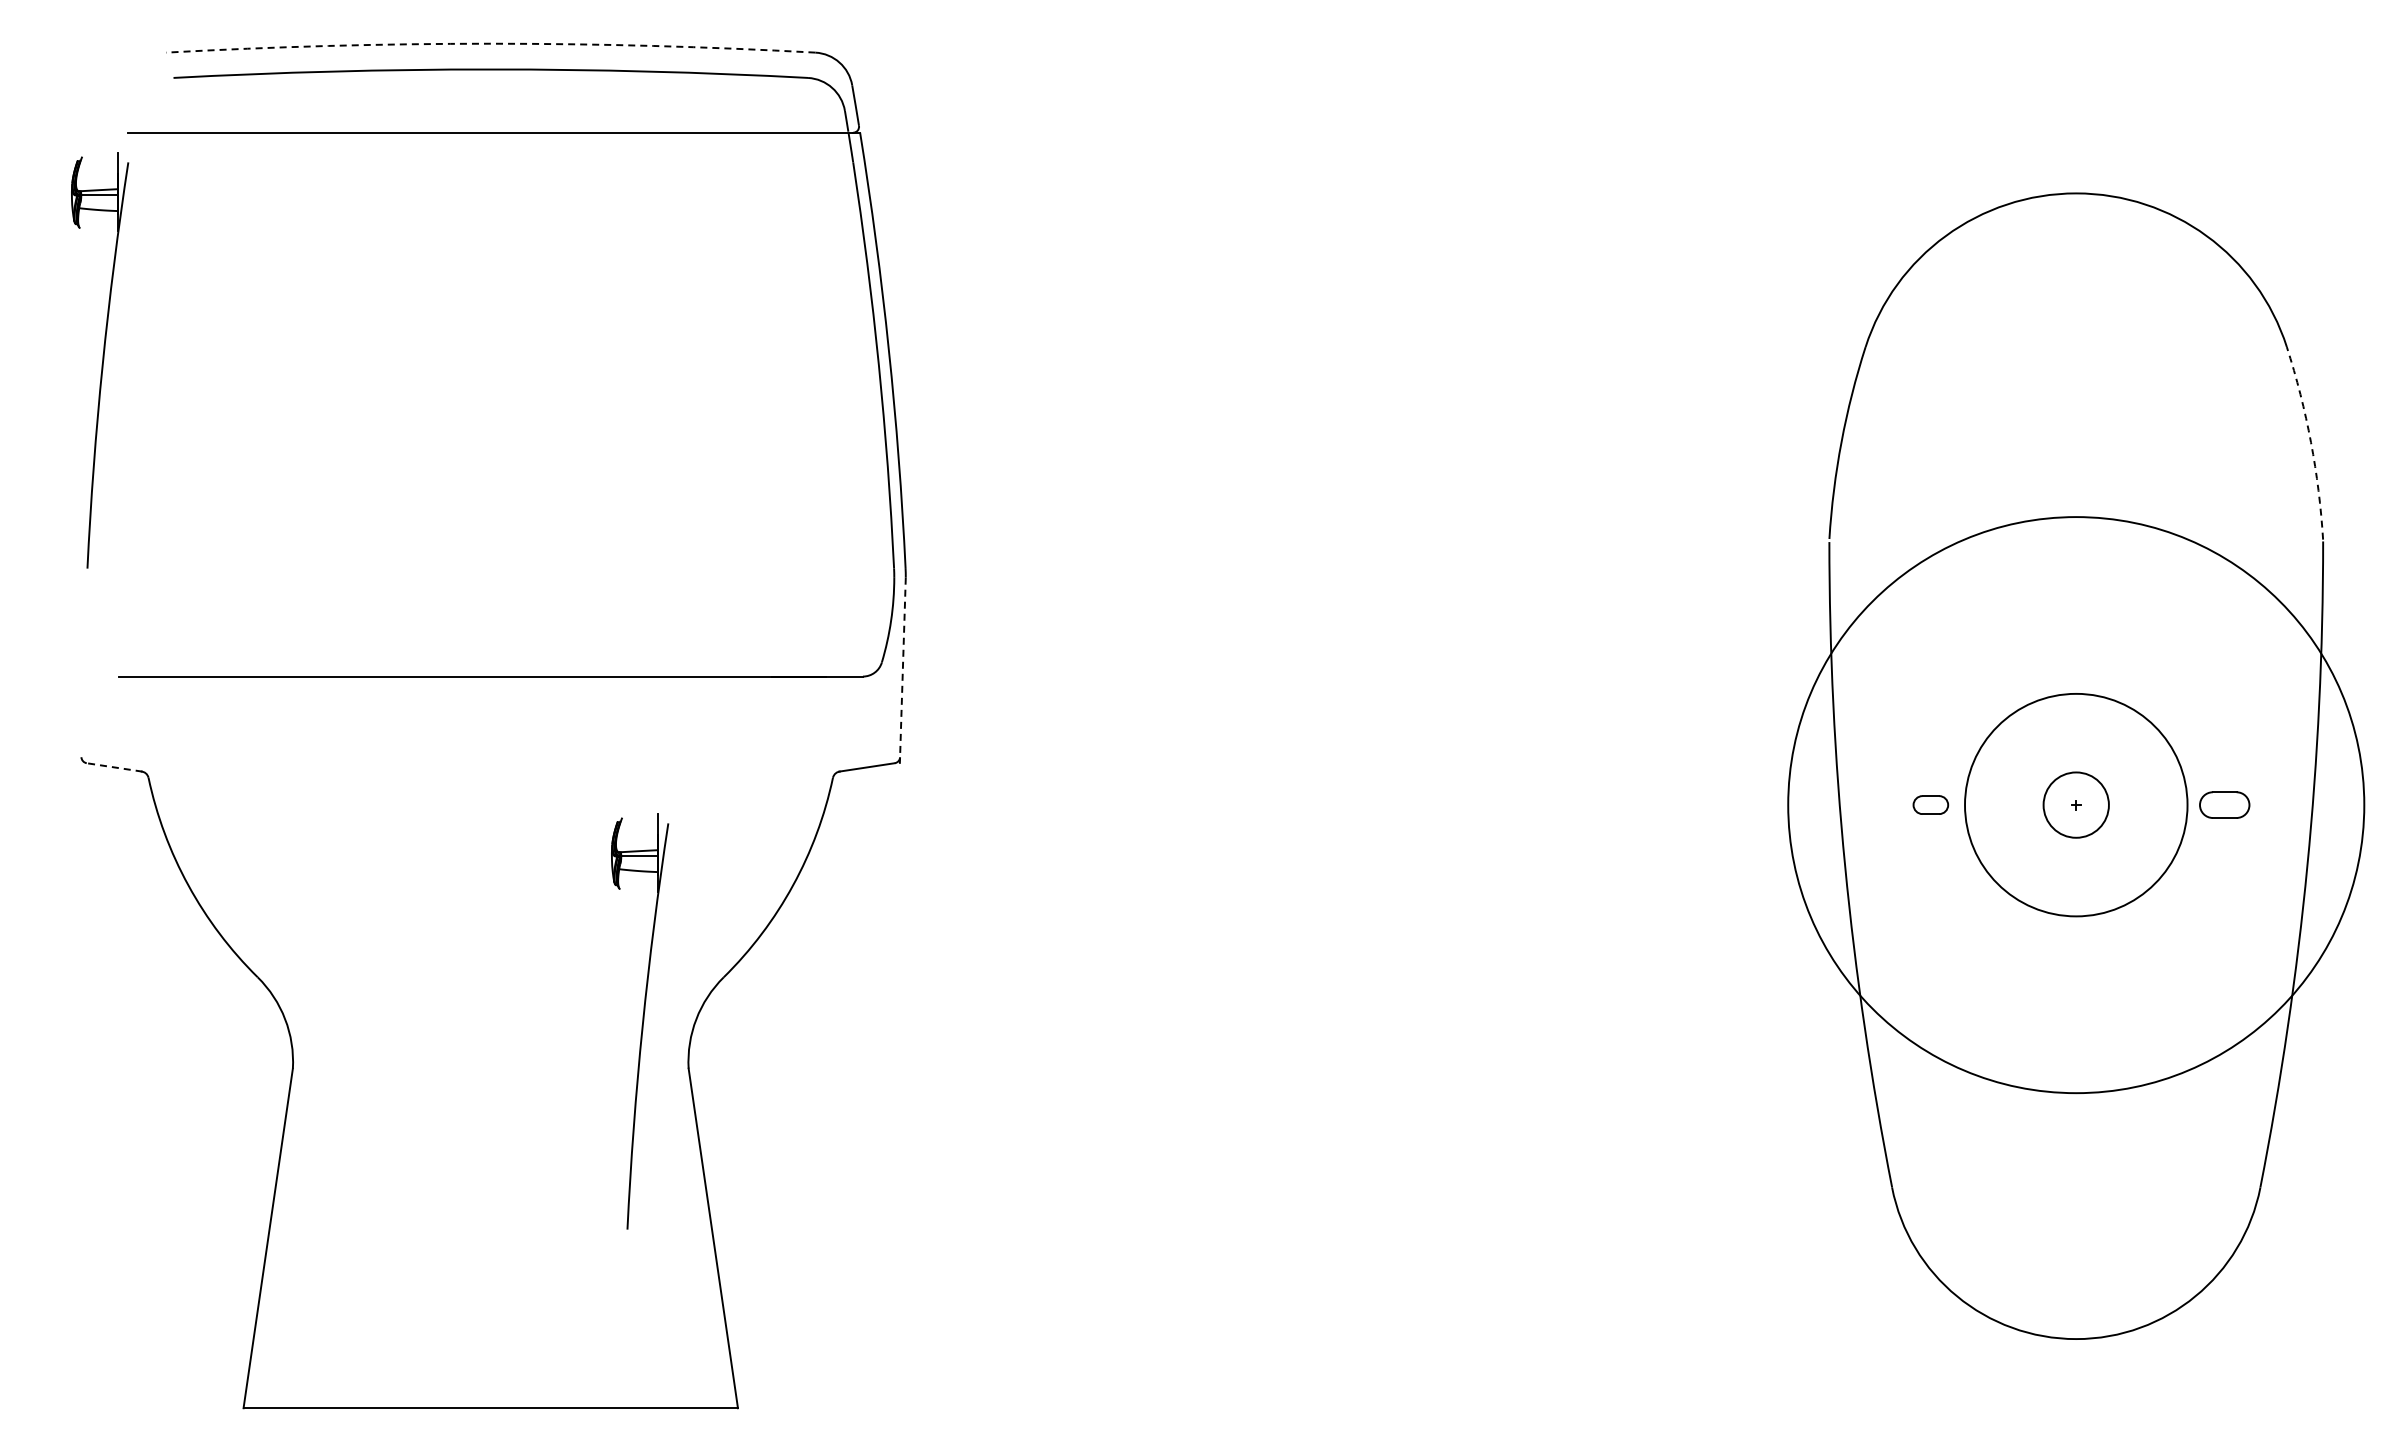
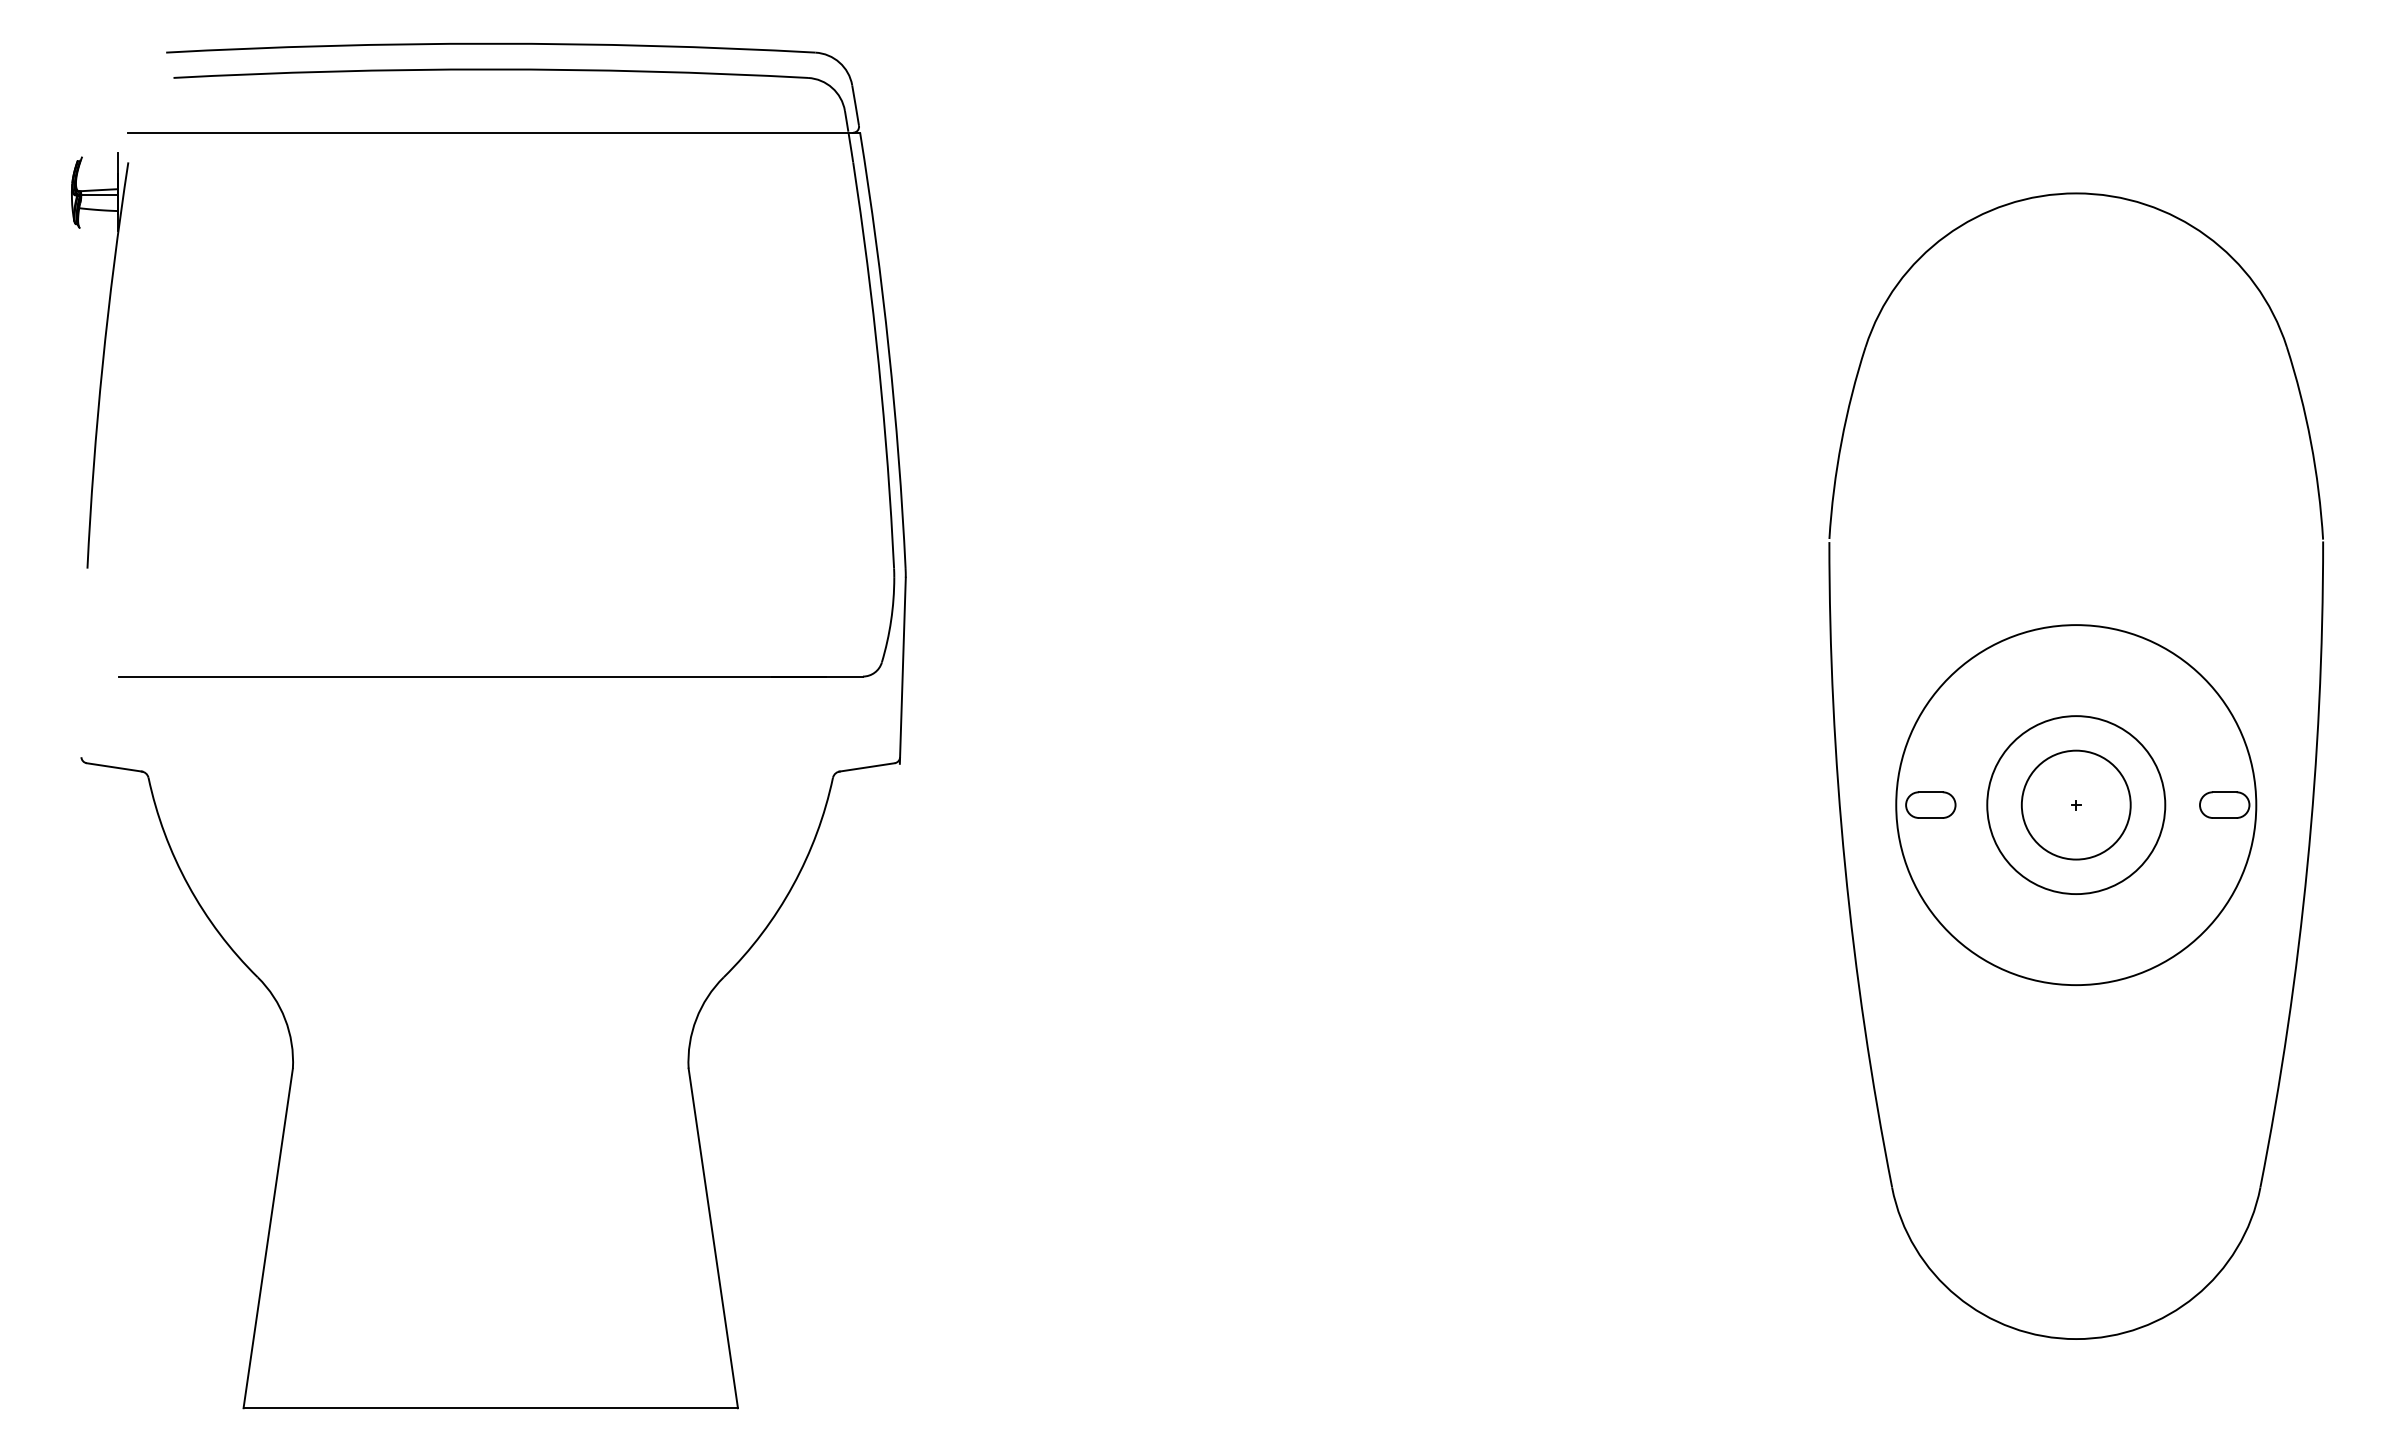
arc at (490, 43): dashed -> solid
arc at (2310, 442): dashed -> solid
line at (902, 671): dashed -> solid
line at (114, 767): dashed -> solid
part at (1930, 804) size: 38x20 px -> 52x28 px
circle at (2075, 804) diameter: 65 px -> 109 px
circle at (2076, 804) diameter: 223 px -> 178 px
circle at (2076, 805) diameter: 576 px -> 360 px
part at (640, 1021): present -> none
